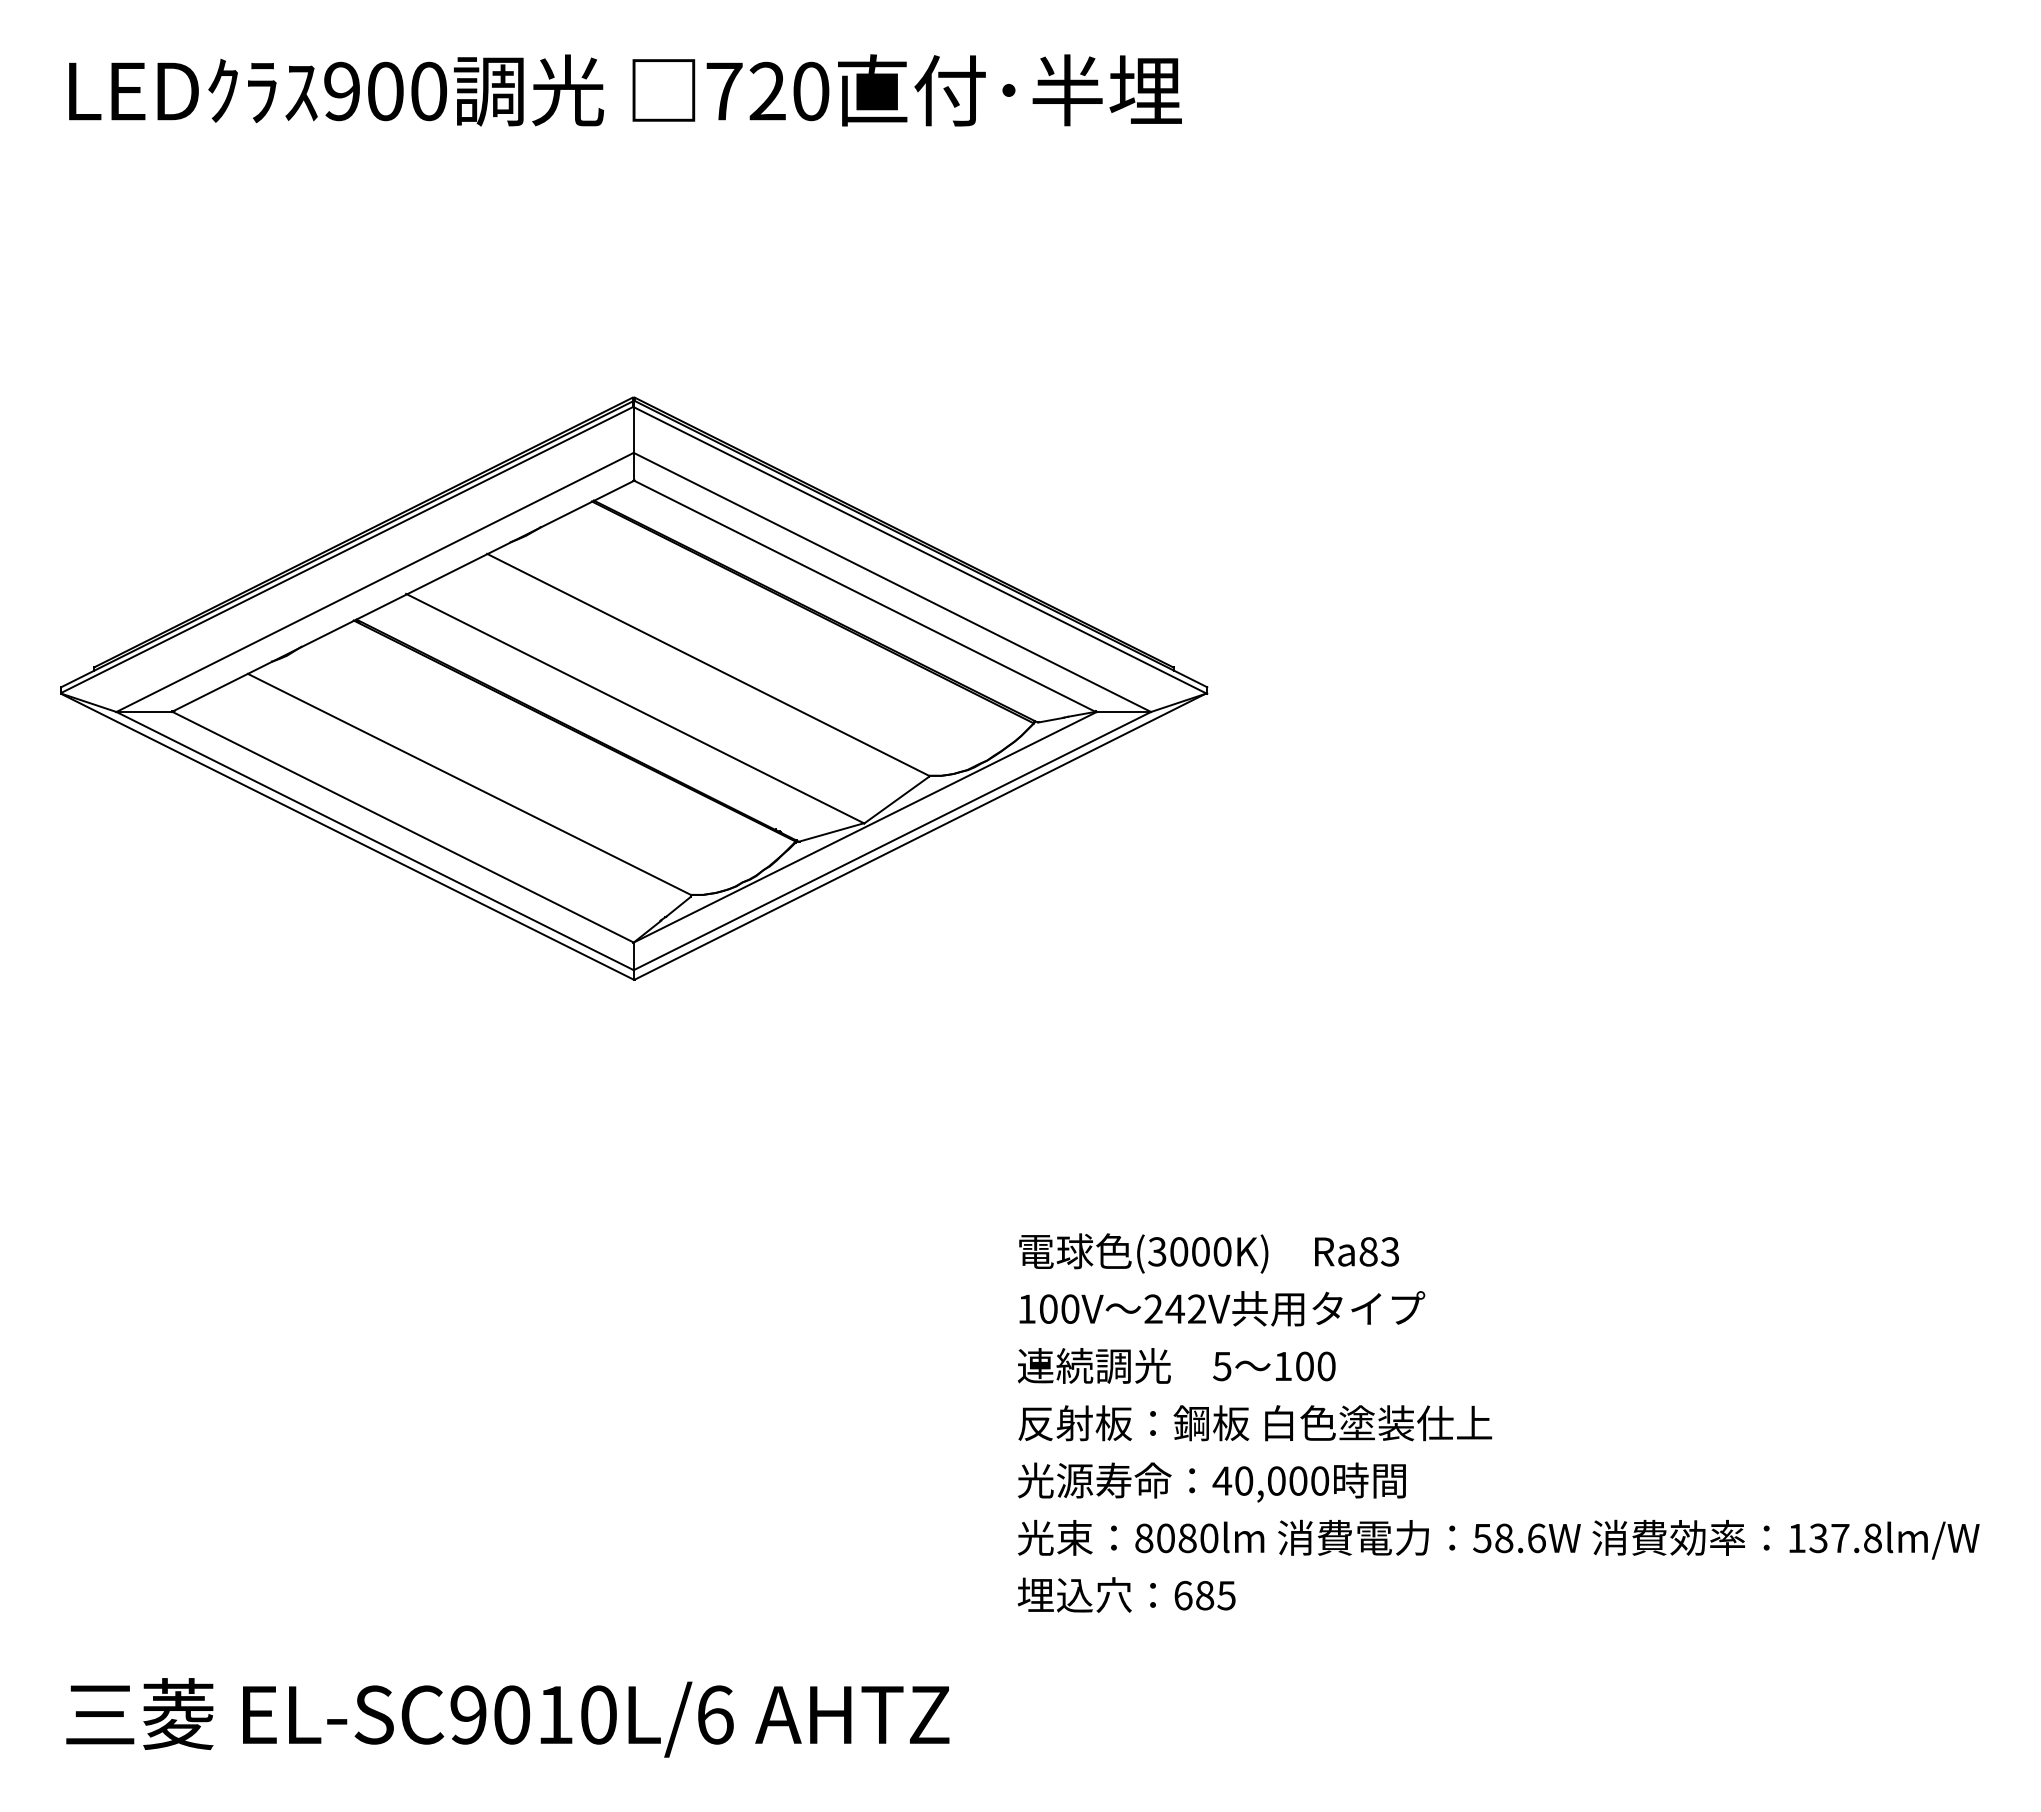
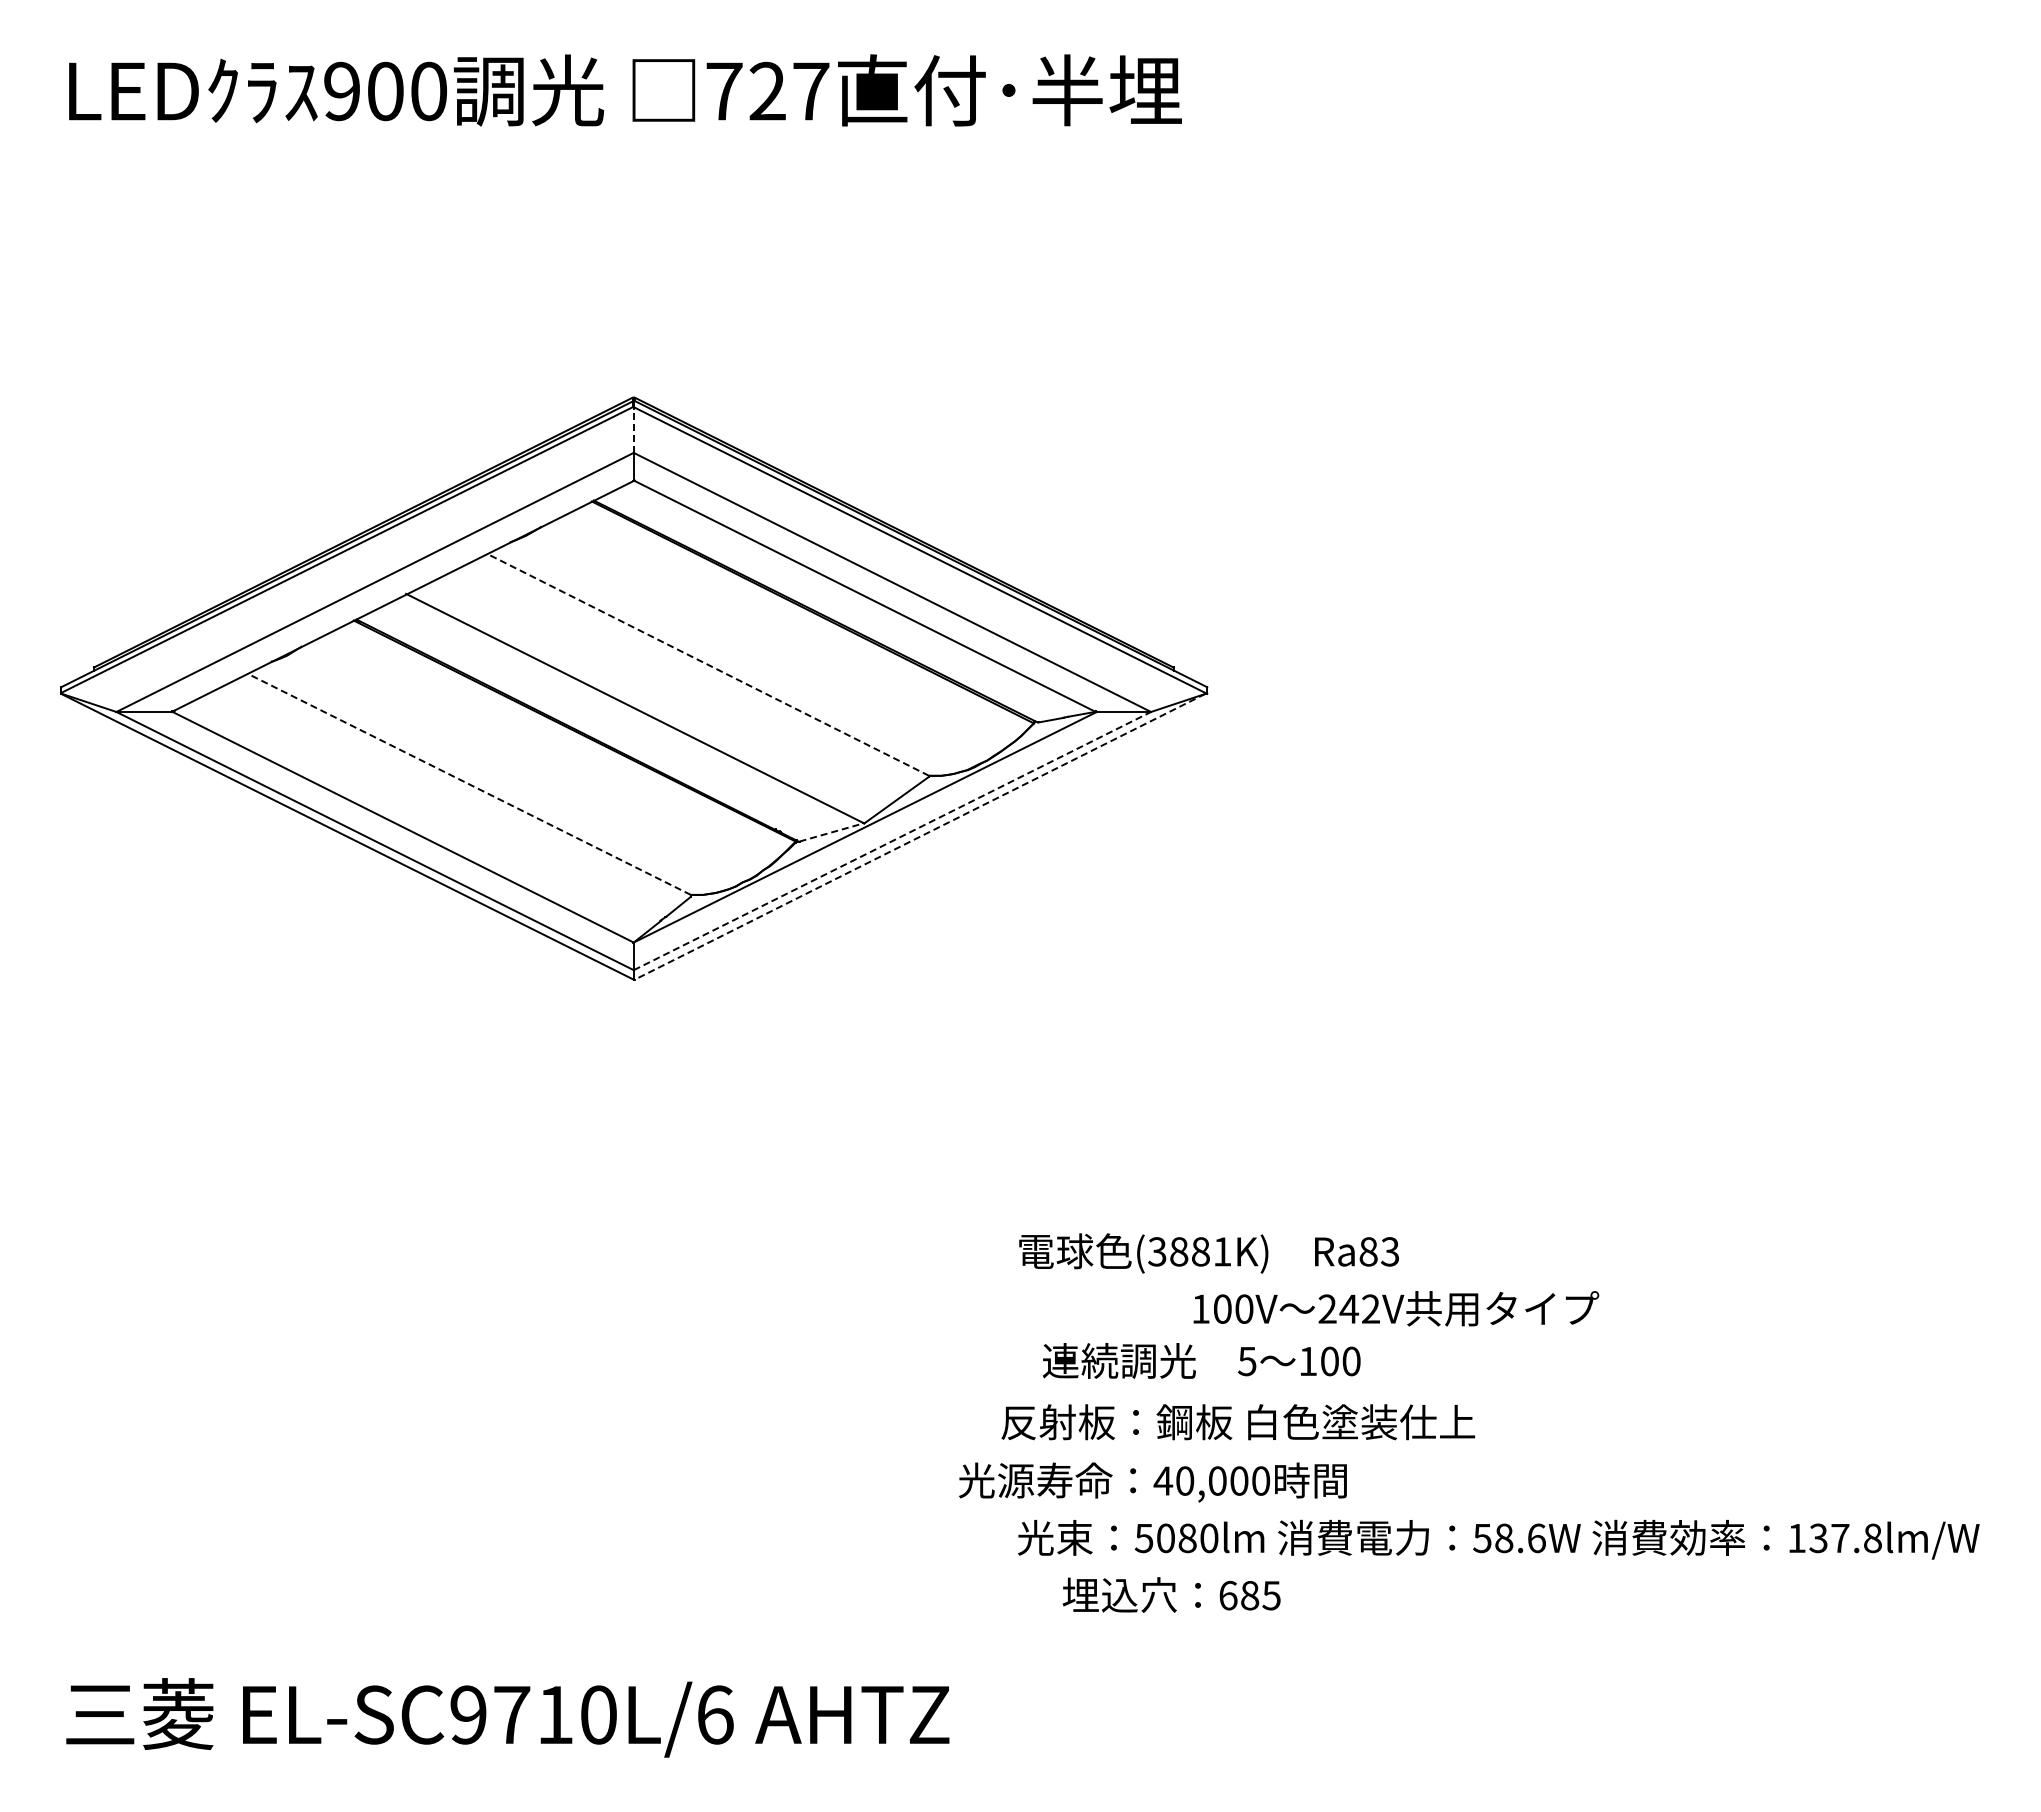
text at (811, 91): 720 -> 727
line at (633, 430): solid -> dashed
line at (707, 664): solid -> dashed
line at (469, 784): solid -> dashed
line at (831, 832): solid -> dashed
line at (919, 837): solid -> dashed
line at (892, 840): solid -> dashed
text at (1200, 1251): (3000K) -> (3881K)
text at (1222, 1308) position: (1222, 1308) -> (1396, 1308)
text at (1176, 1365) position: (1176, 1365) -> (1201, 1360)
text at (1255, 1423) position: (1255, 1423) -> (1238, 1422)
text at (1211, 1482) position: (1211, 1482) -> (1152, 1482)
text at (1143, 1537): 8080lm -> 5080lm
text at (1126, 1594) position: (1126, 1594) -> (1171, 1594)
text at (512, 1714): EL-SC9010L/6 -> EL-SC9710L/6
